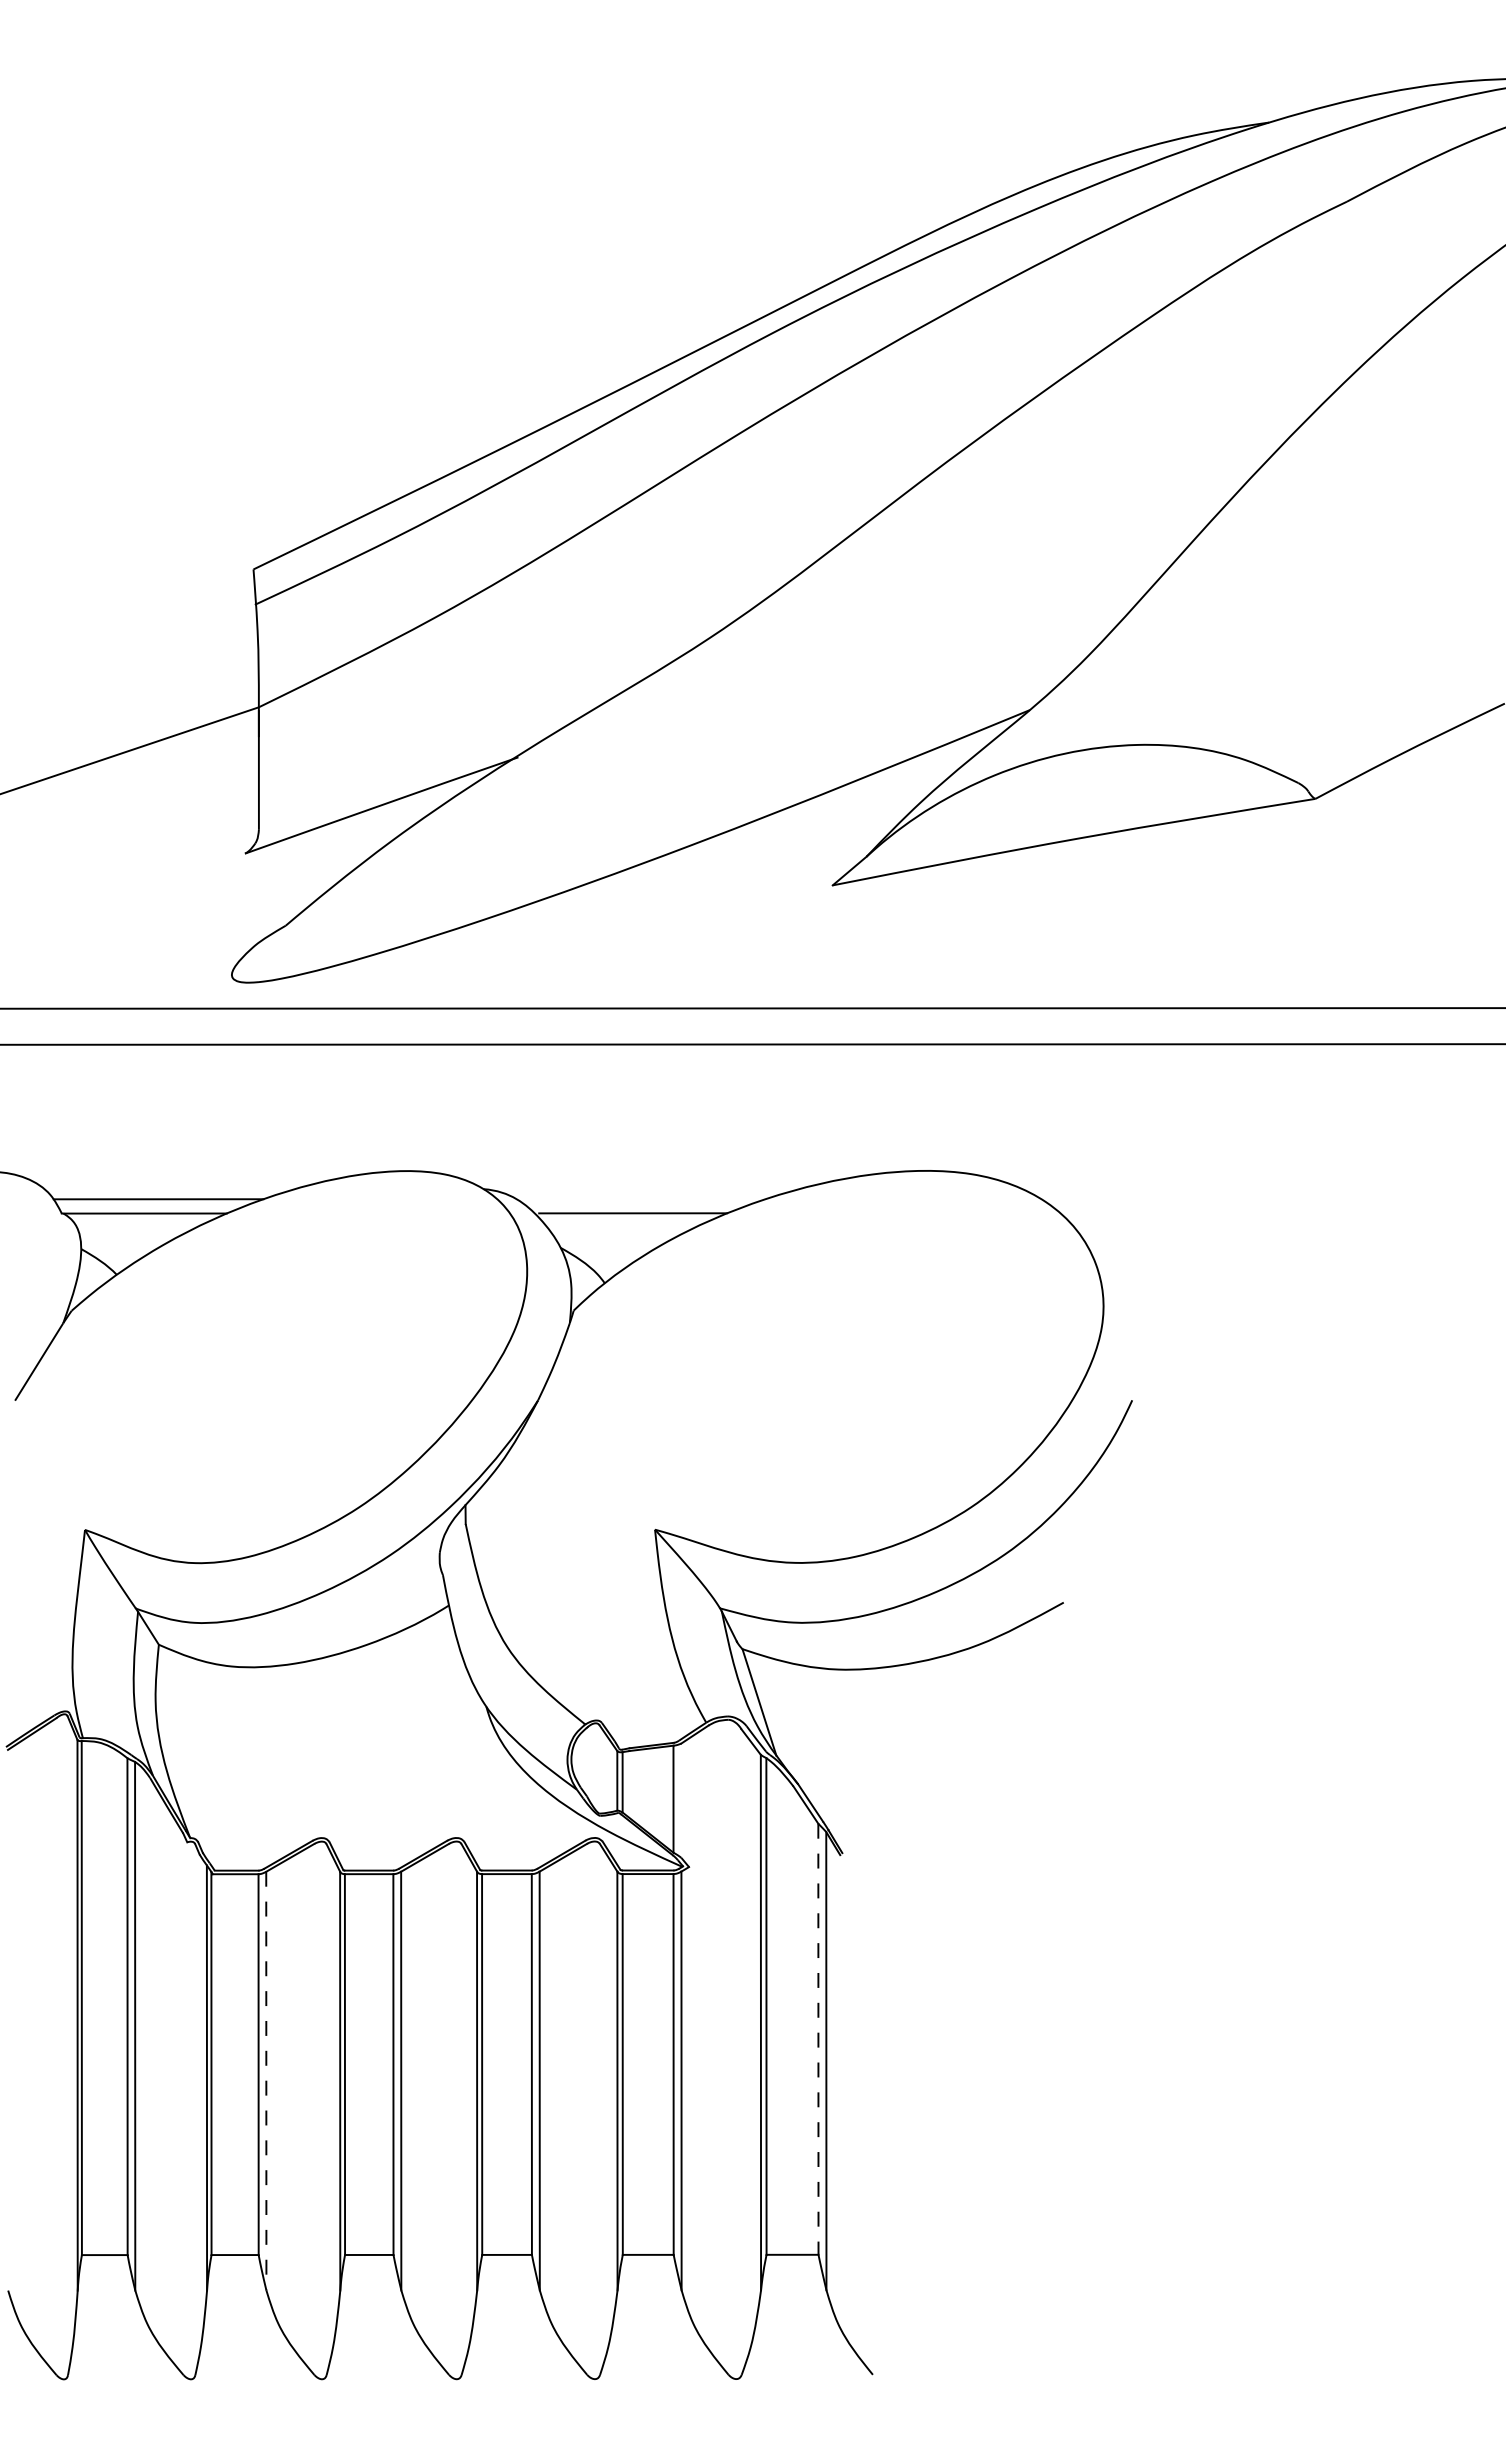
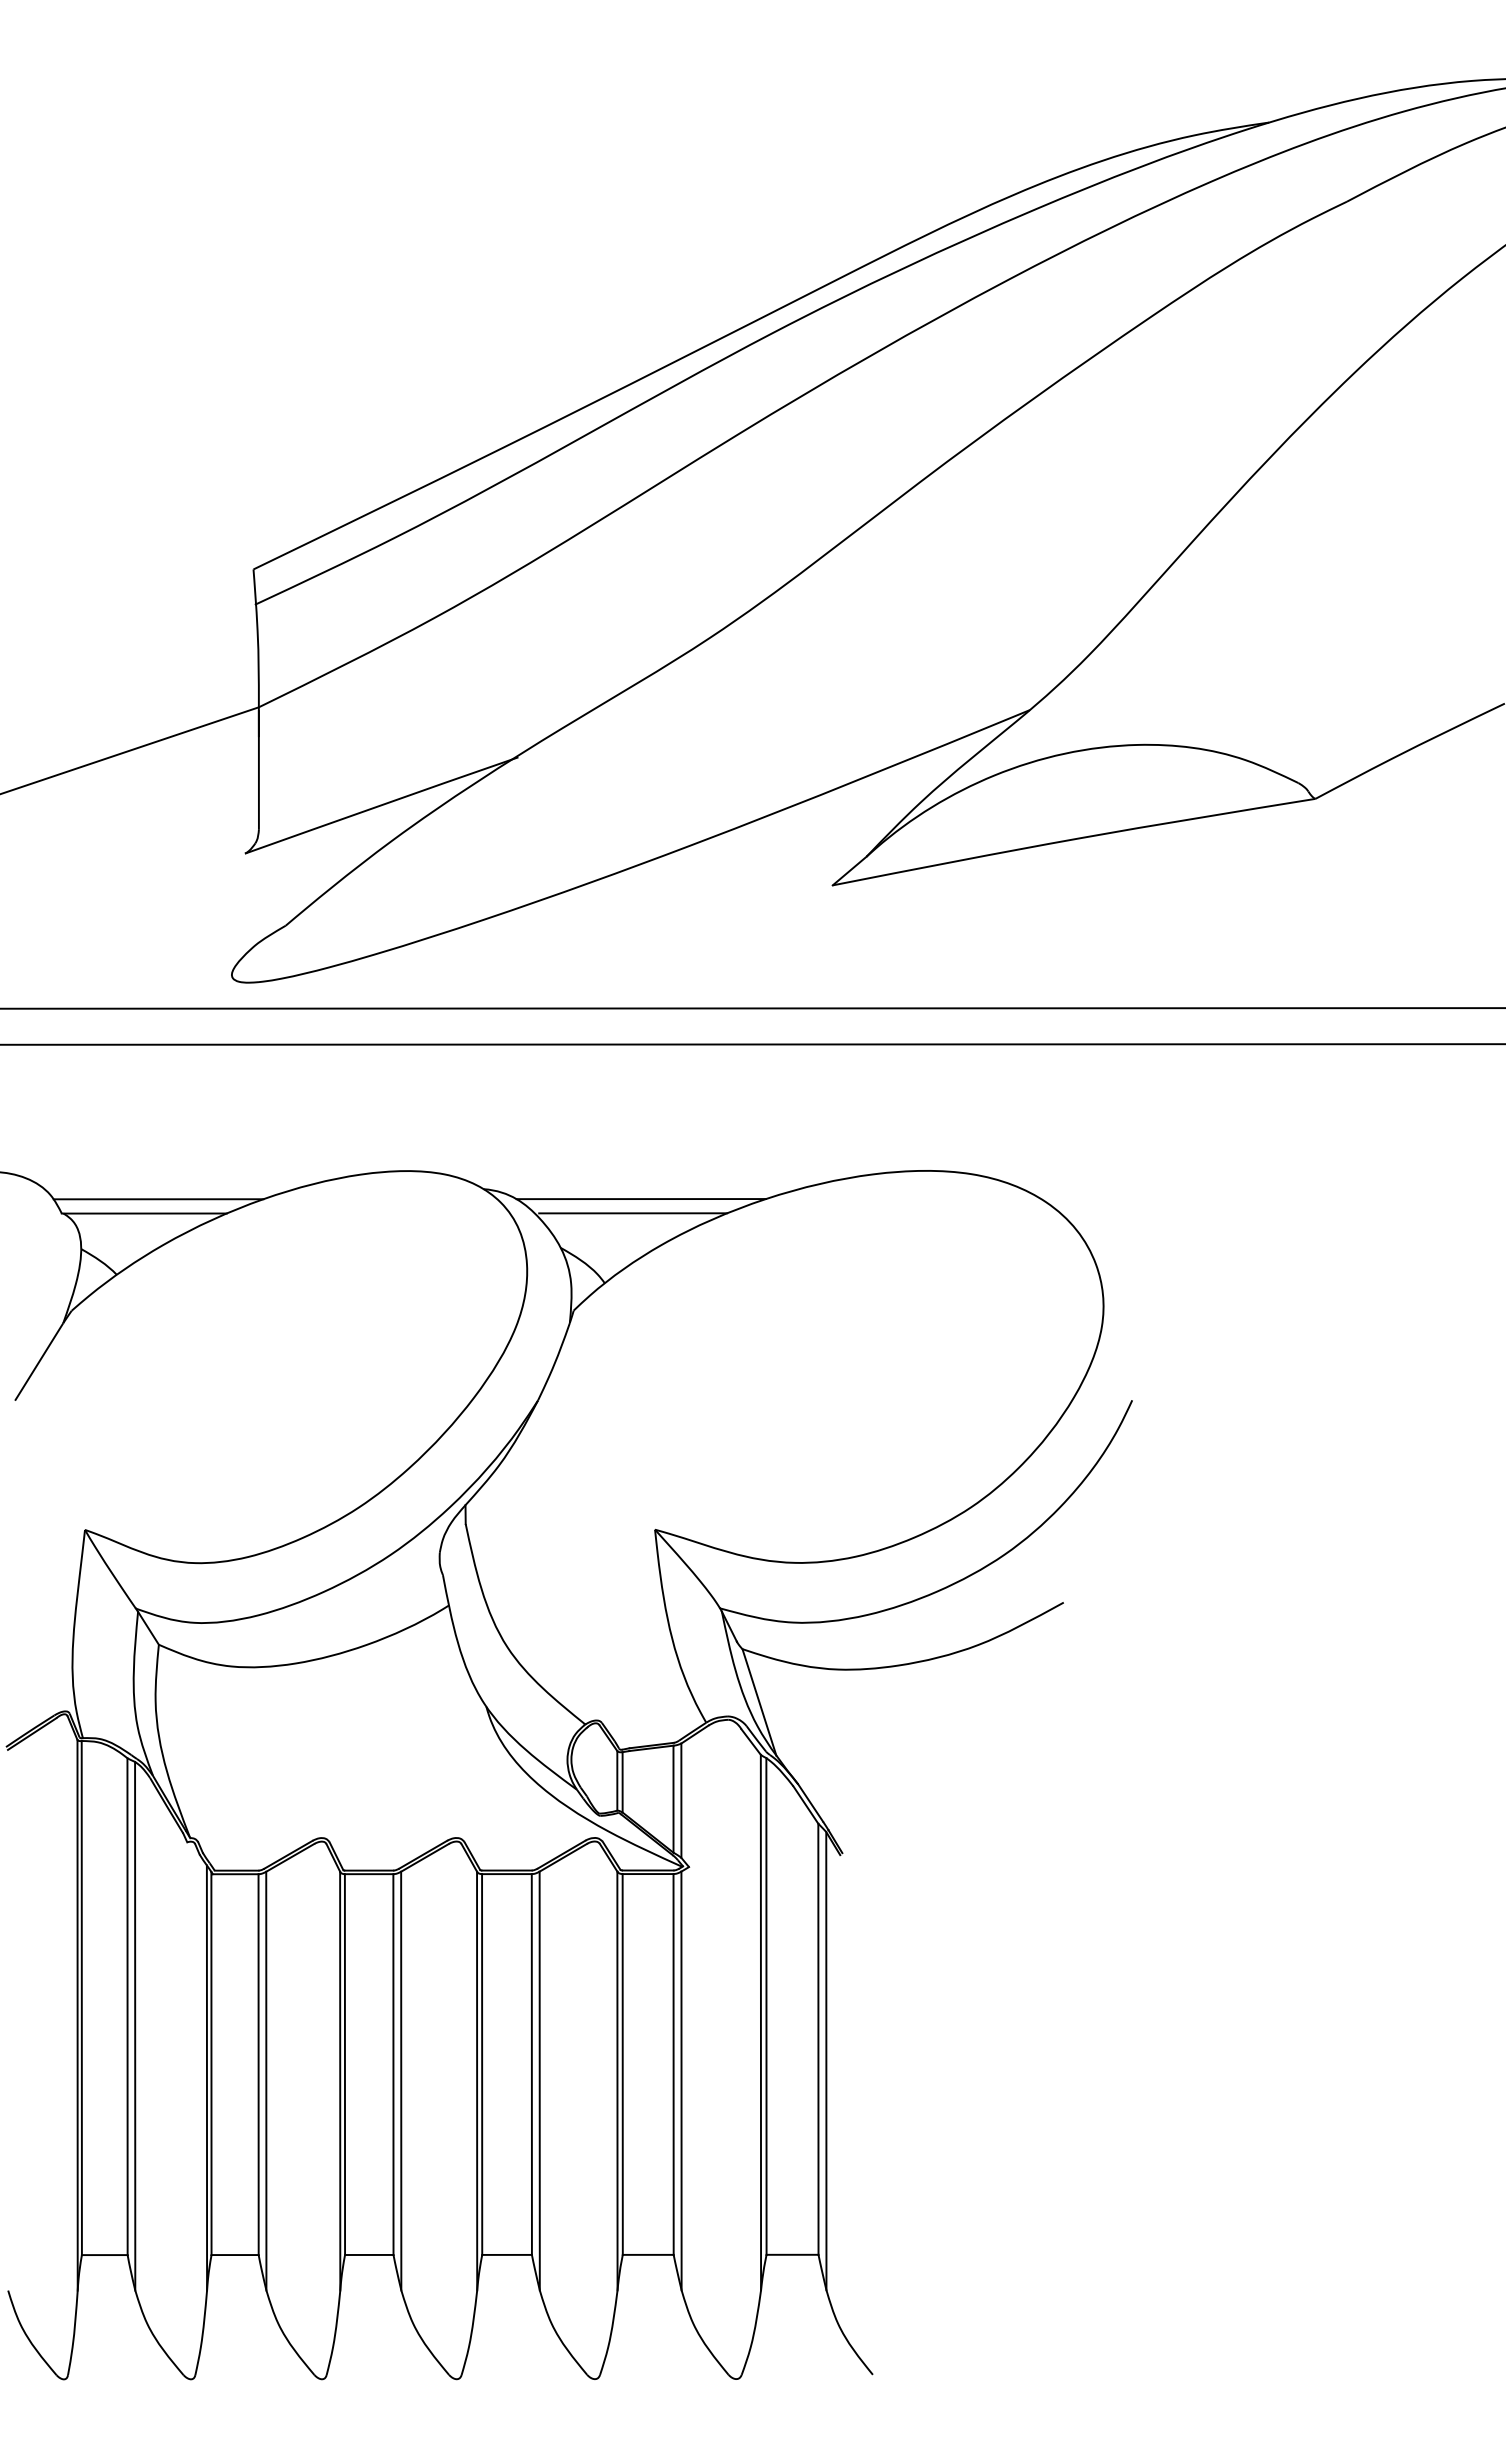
line at (641, 1199): none -> present
line at (681, 1800): none -> present
line at (818, 2039): dashed -> solid
line at (266, 2081): dashed -> solid
